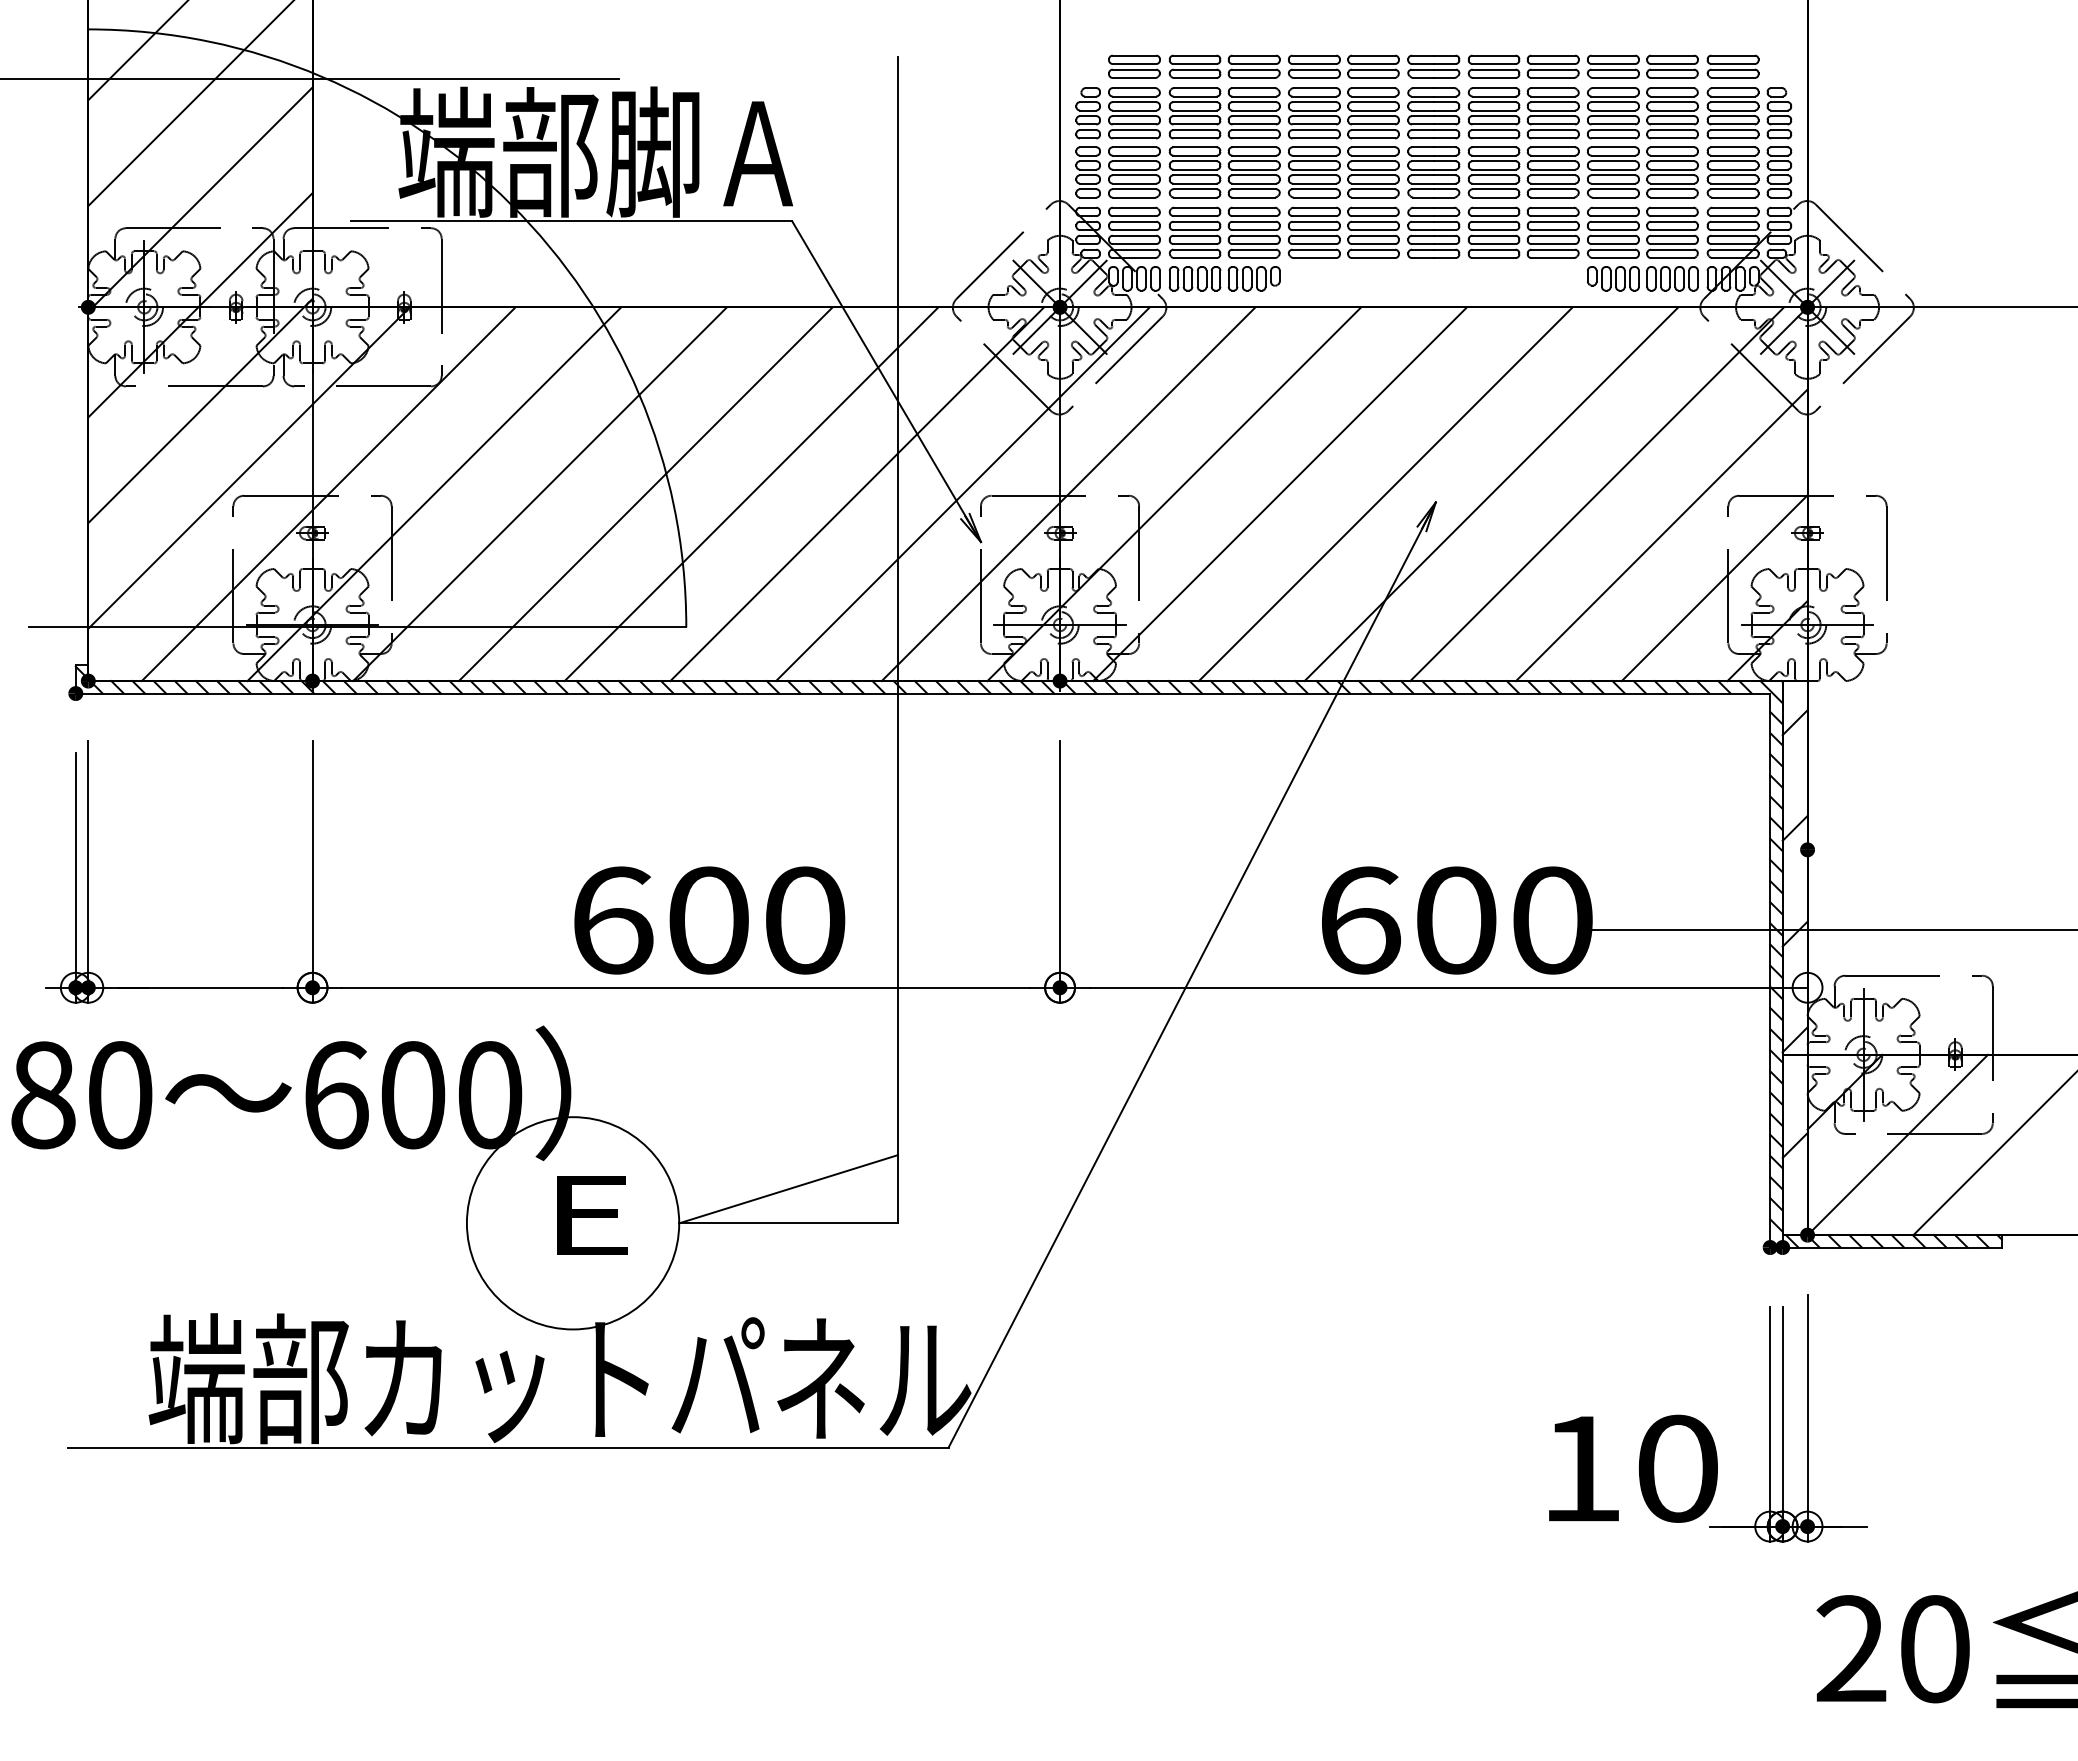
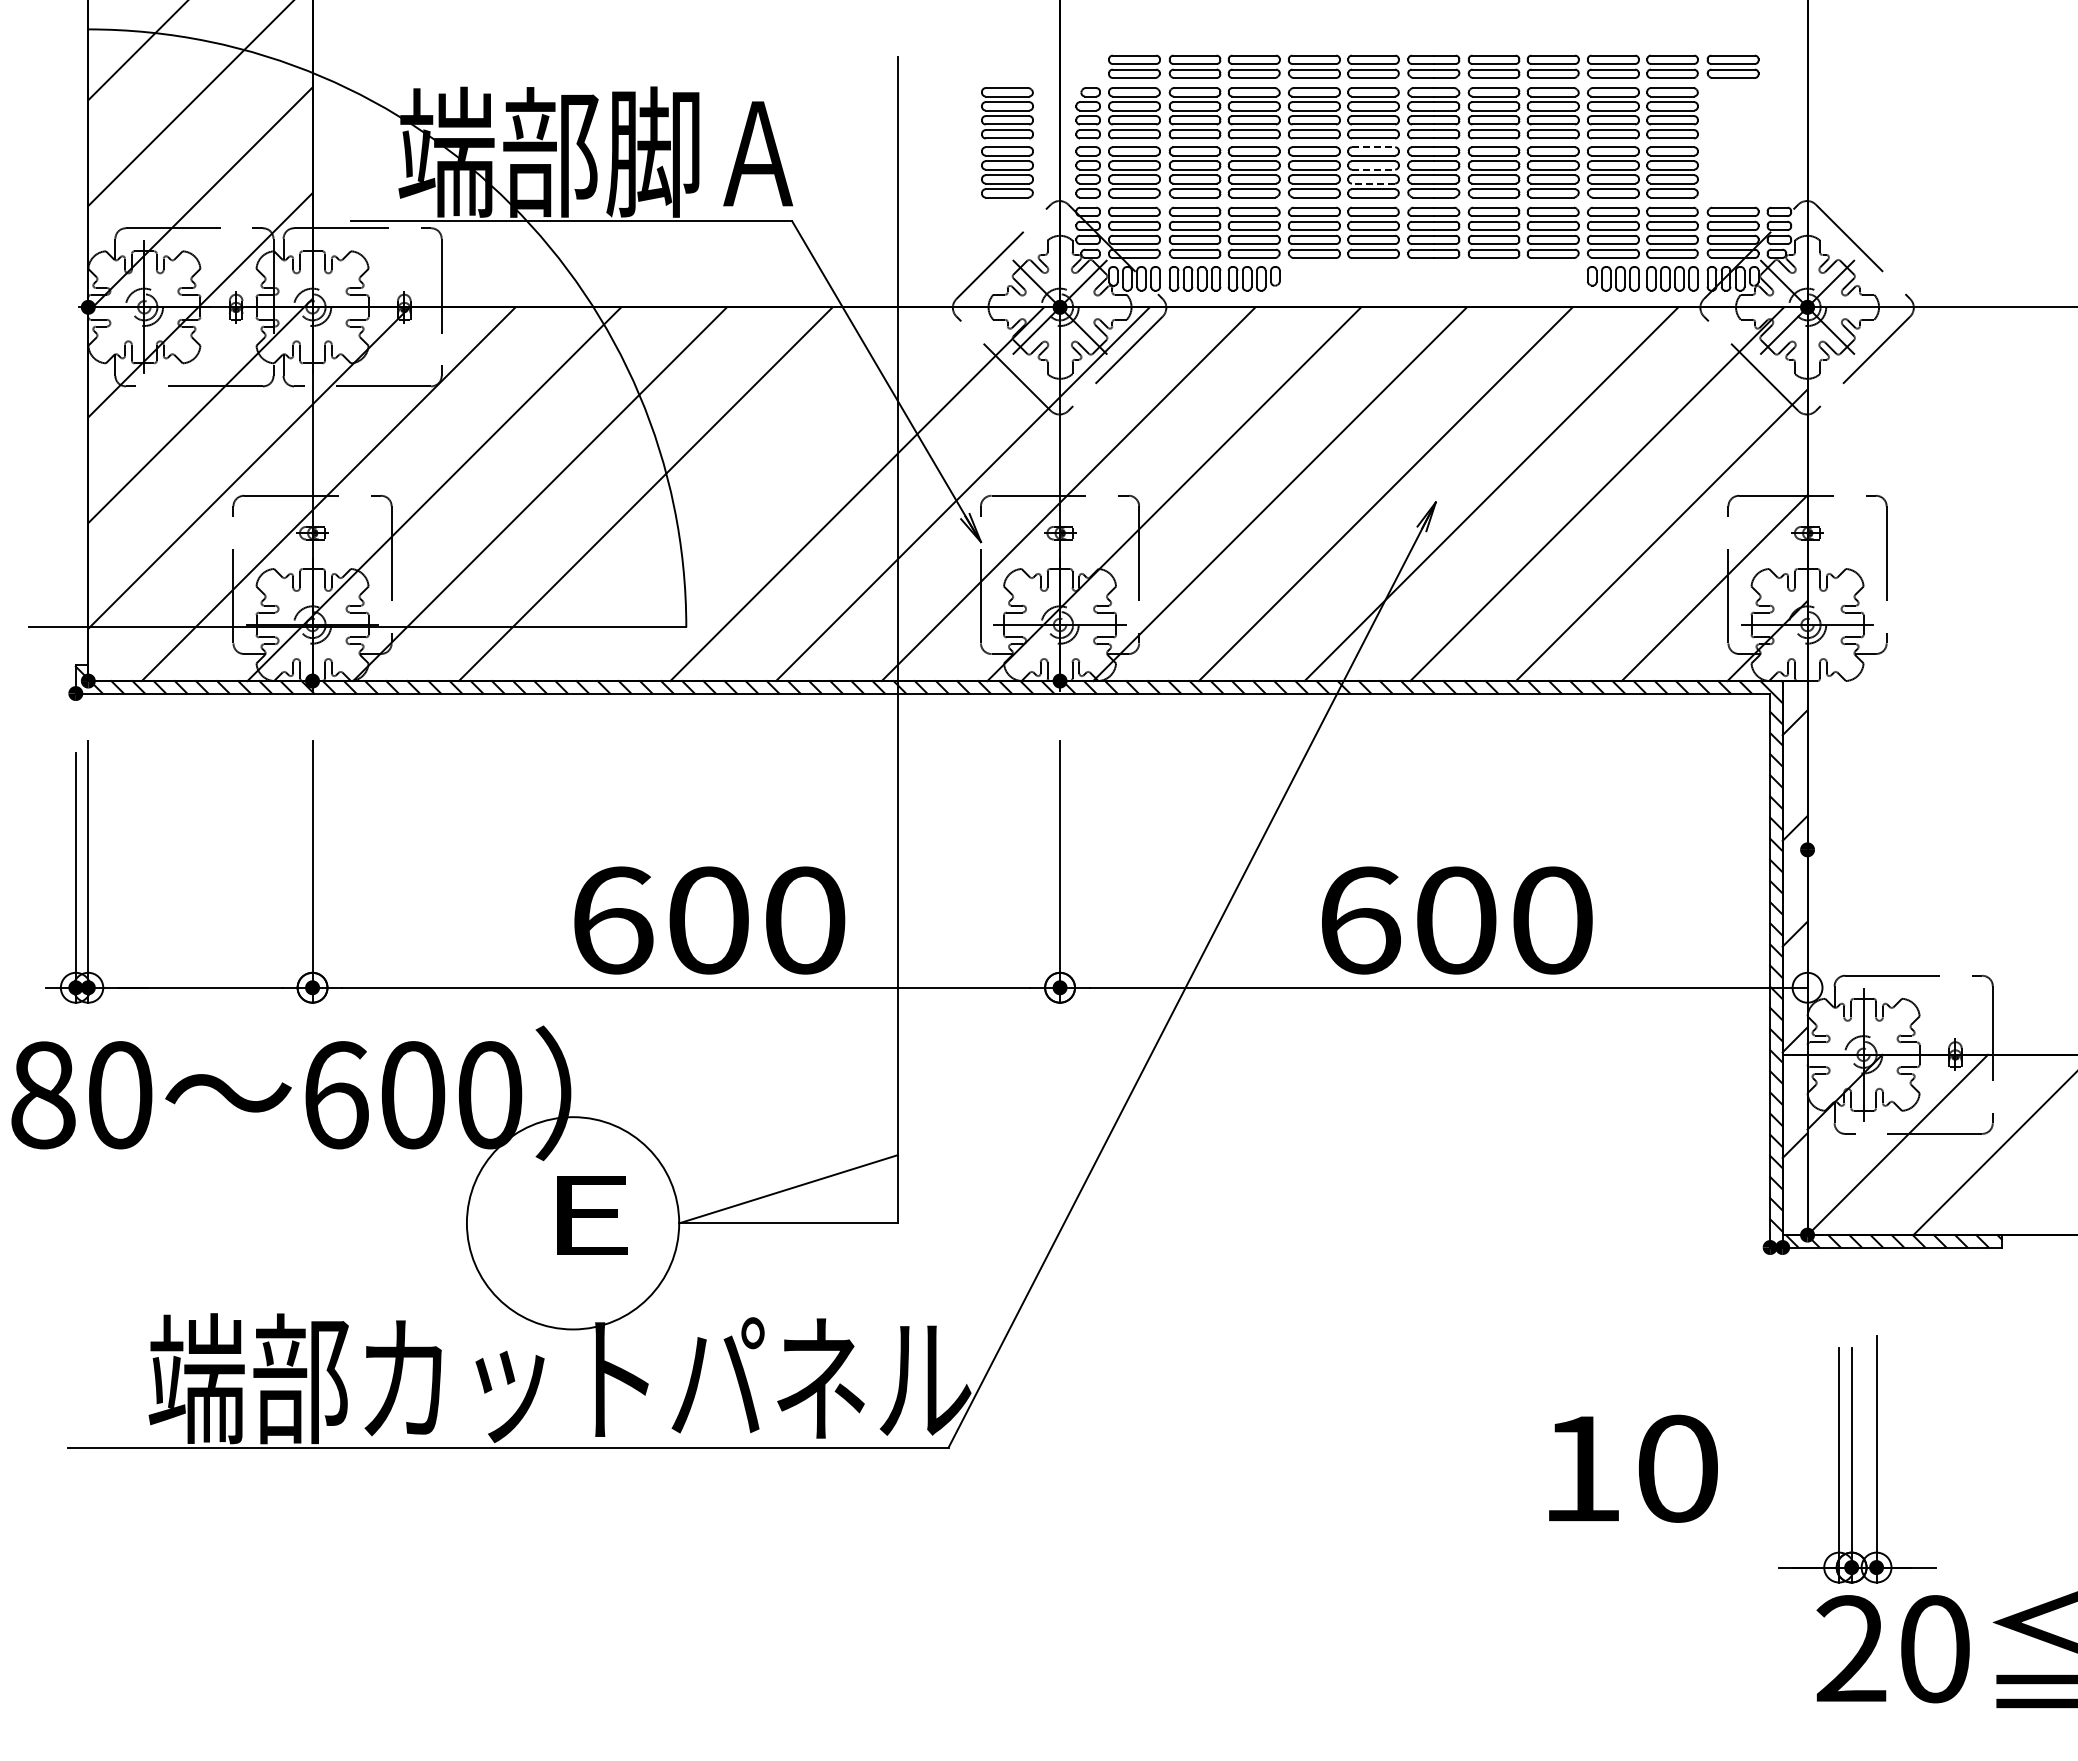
line at (310, 79): present -> none
part at (1007, 142): none -> present
part at (1749, 142): present -> none
line at (1373, 147): solid -> dashed
line at (1373, 169): solid -> dashed
line at (1373, 183): solid -> dashed
line at (751, 494): present -> none
line at (1830, 930): present -> none
part at (1788, 1418) position: (1788, 1418) -> (1857, 1459)
